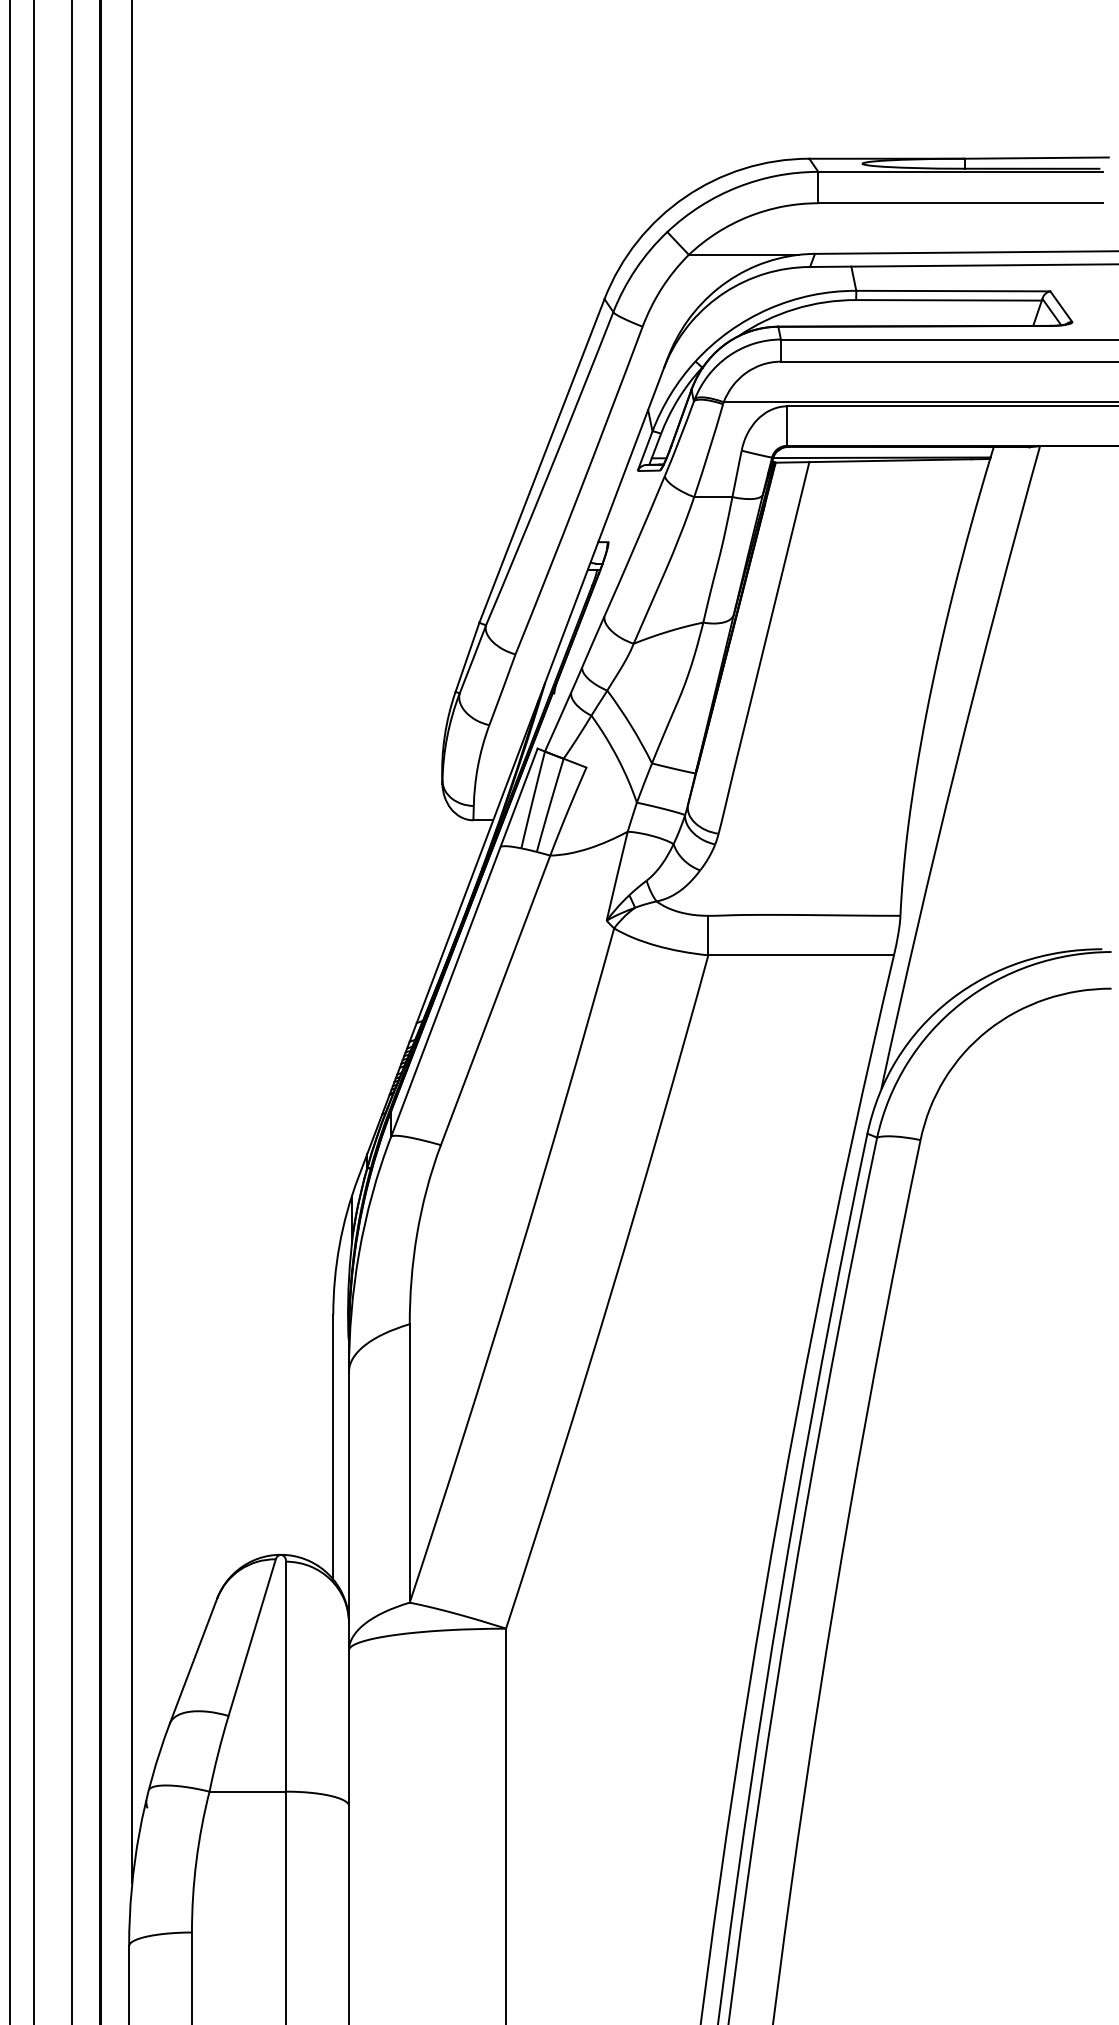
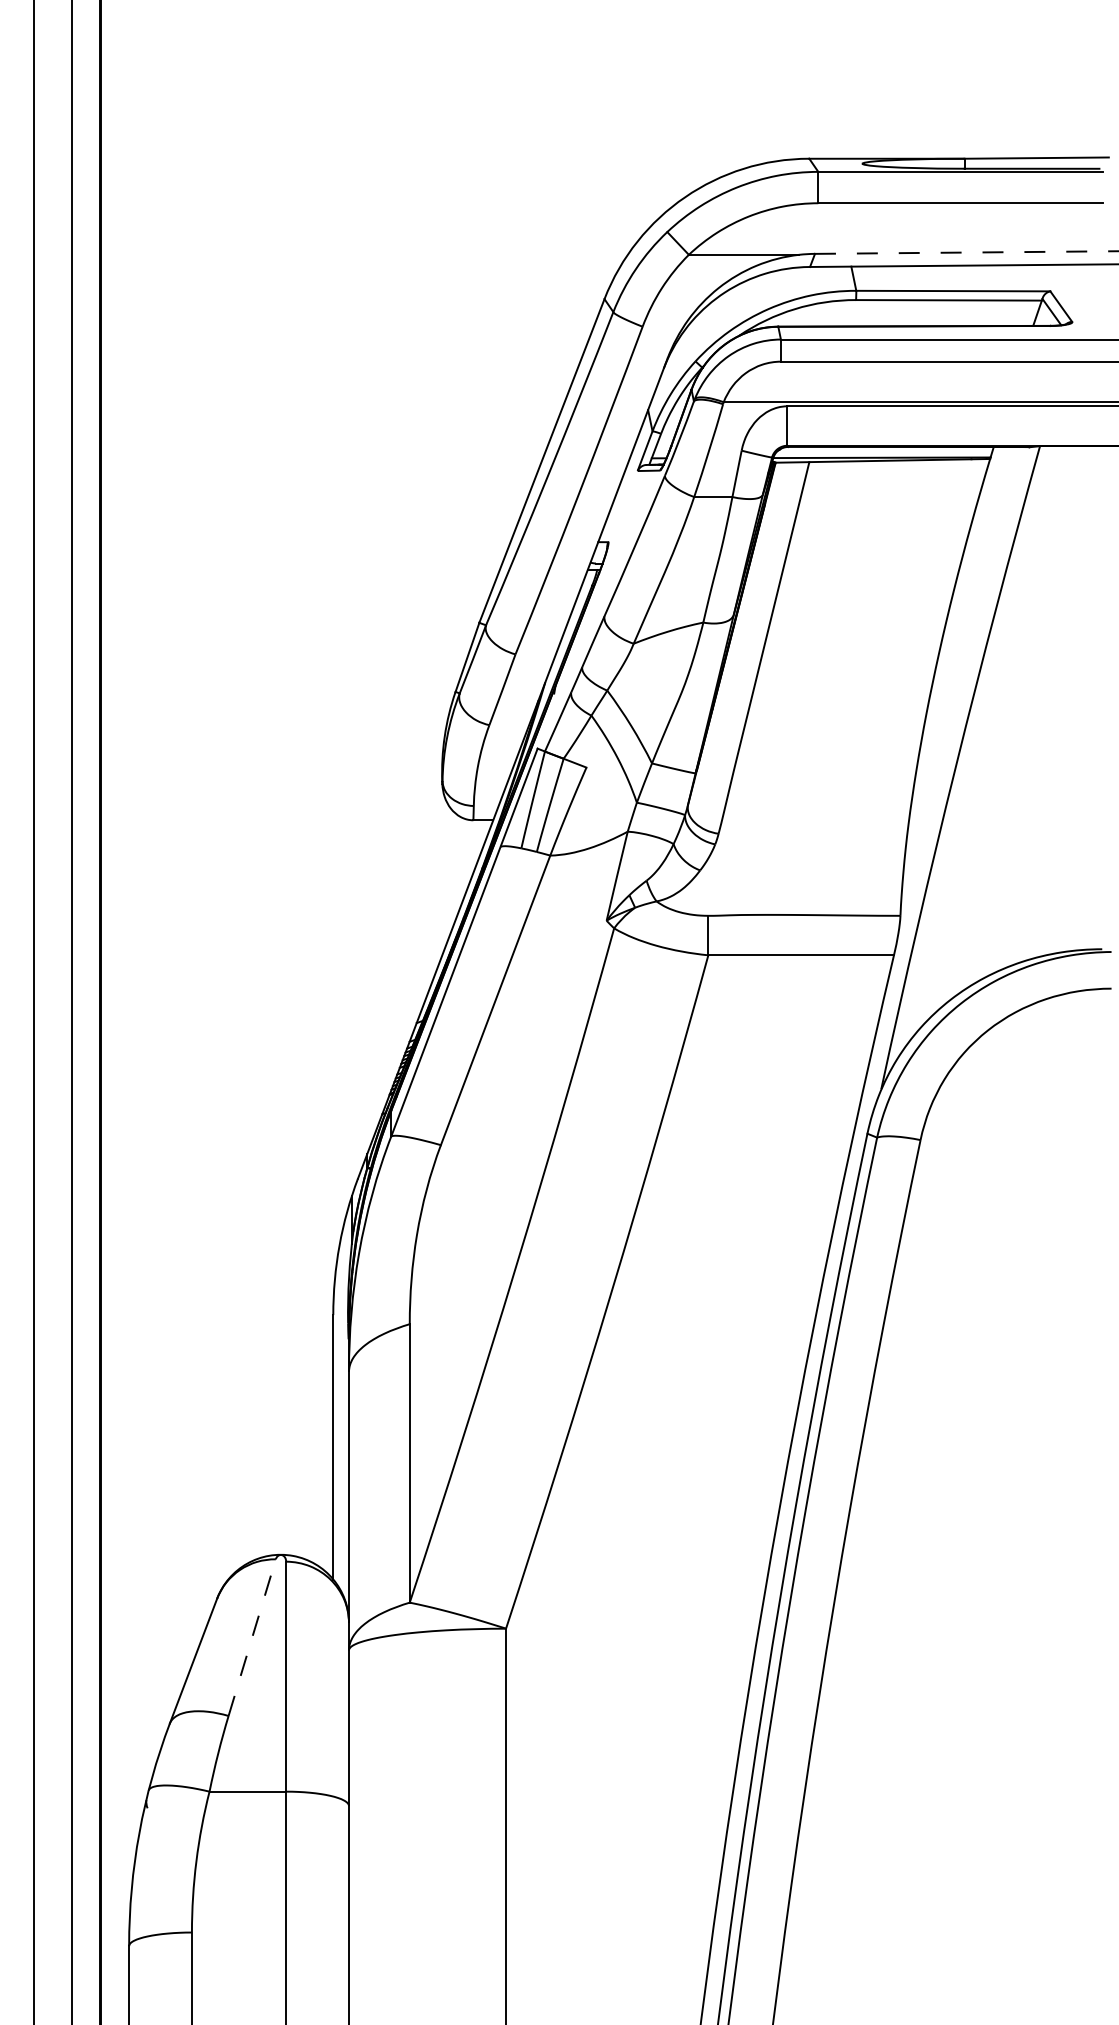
line at (966, 252): solid -> dashed
line at (132, 942): present -> none
line at (10, 1011): present -> none
line at (252, 1637): solid -> dashed
